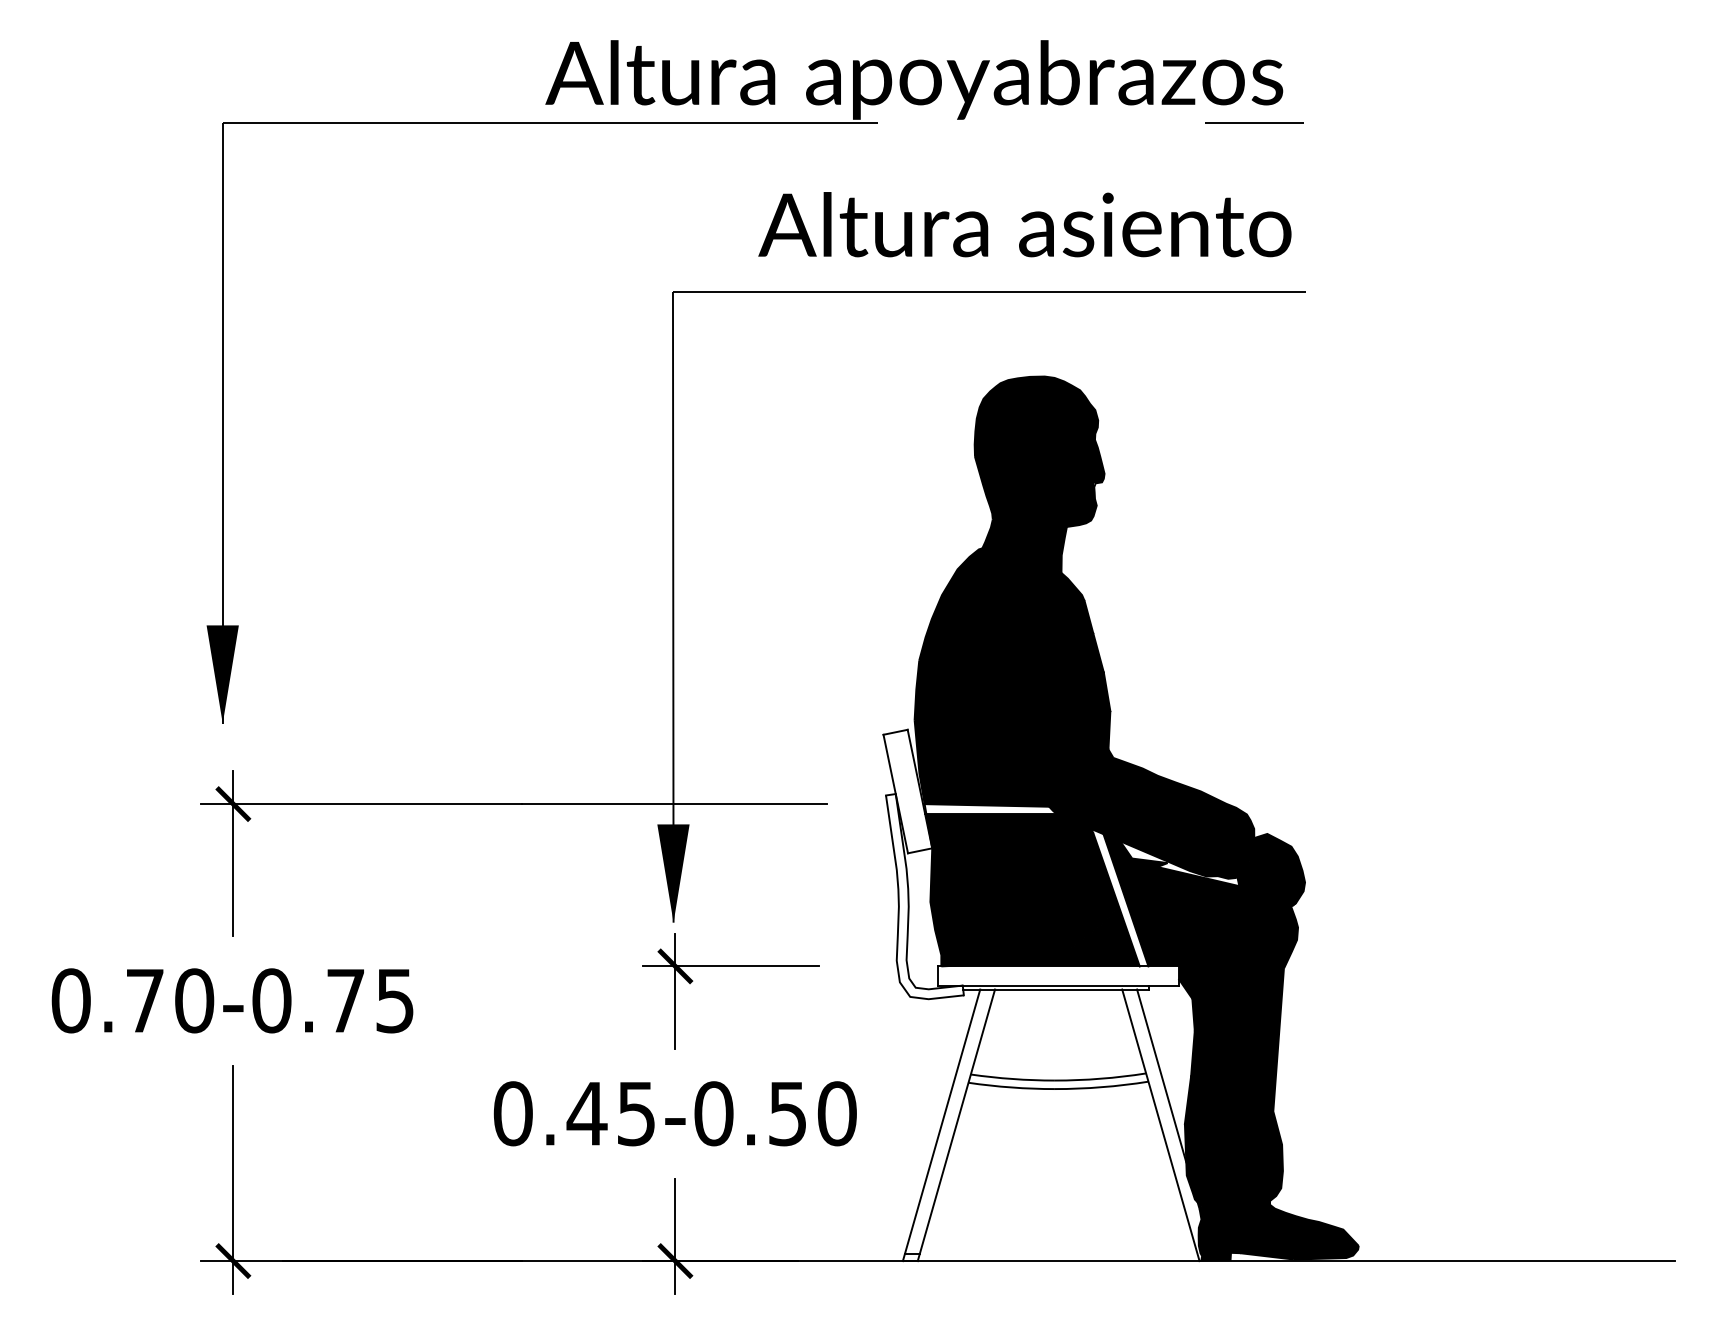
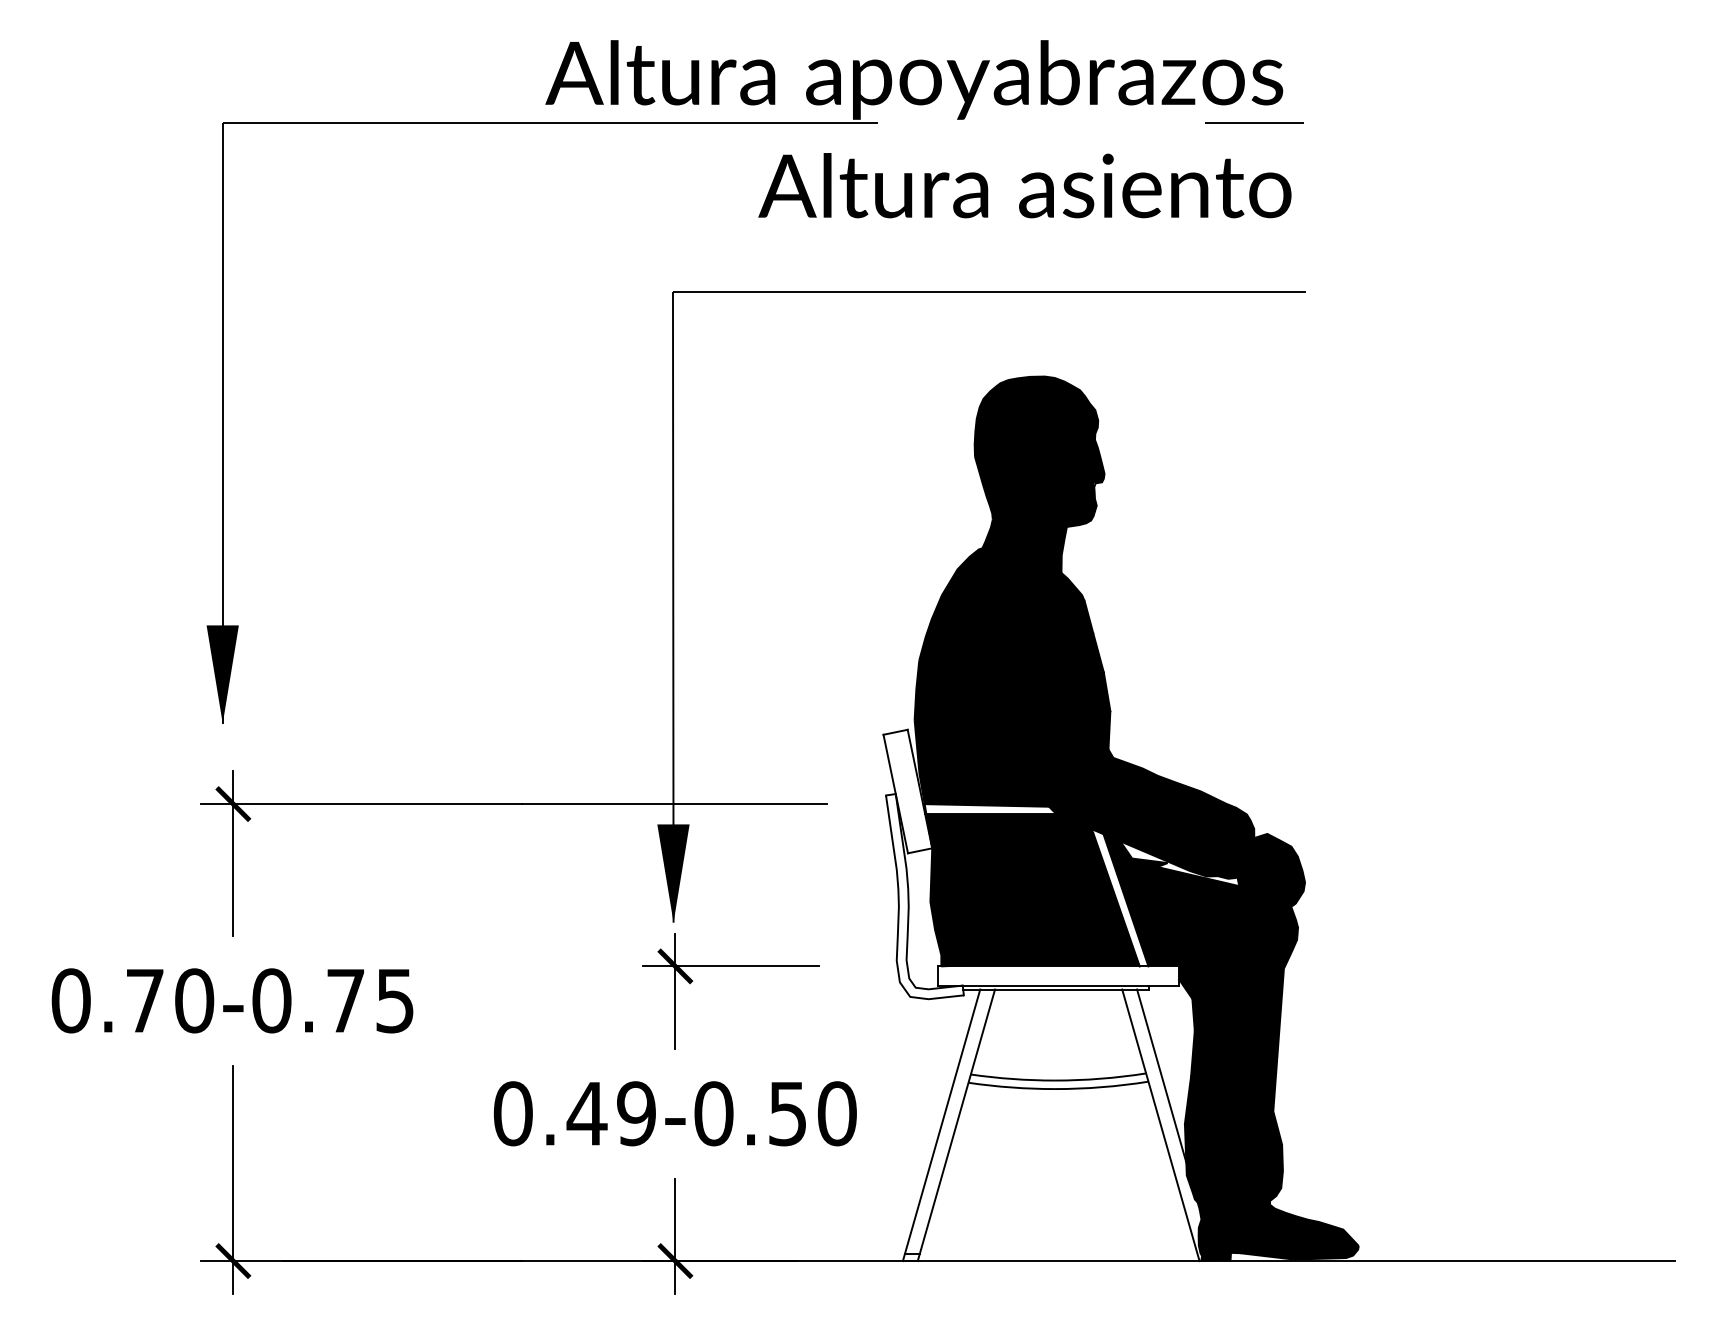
text at (1024, 224) position: (1024, 224) -> (1024, 185)
text at (636, 1113): 0.45-0.50 -> 0.49-0.50
